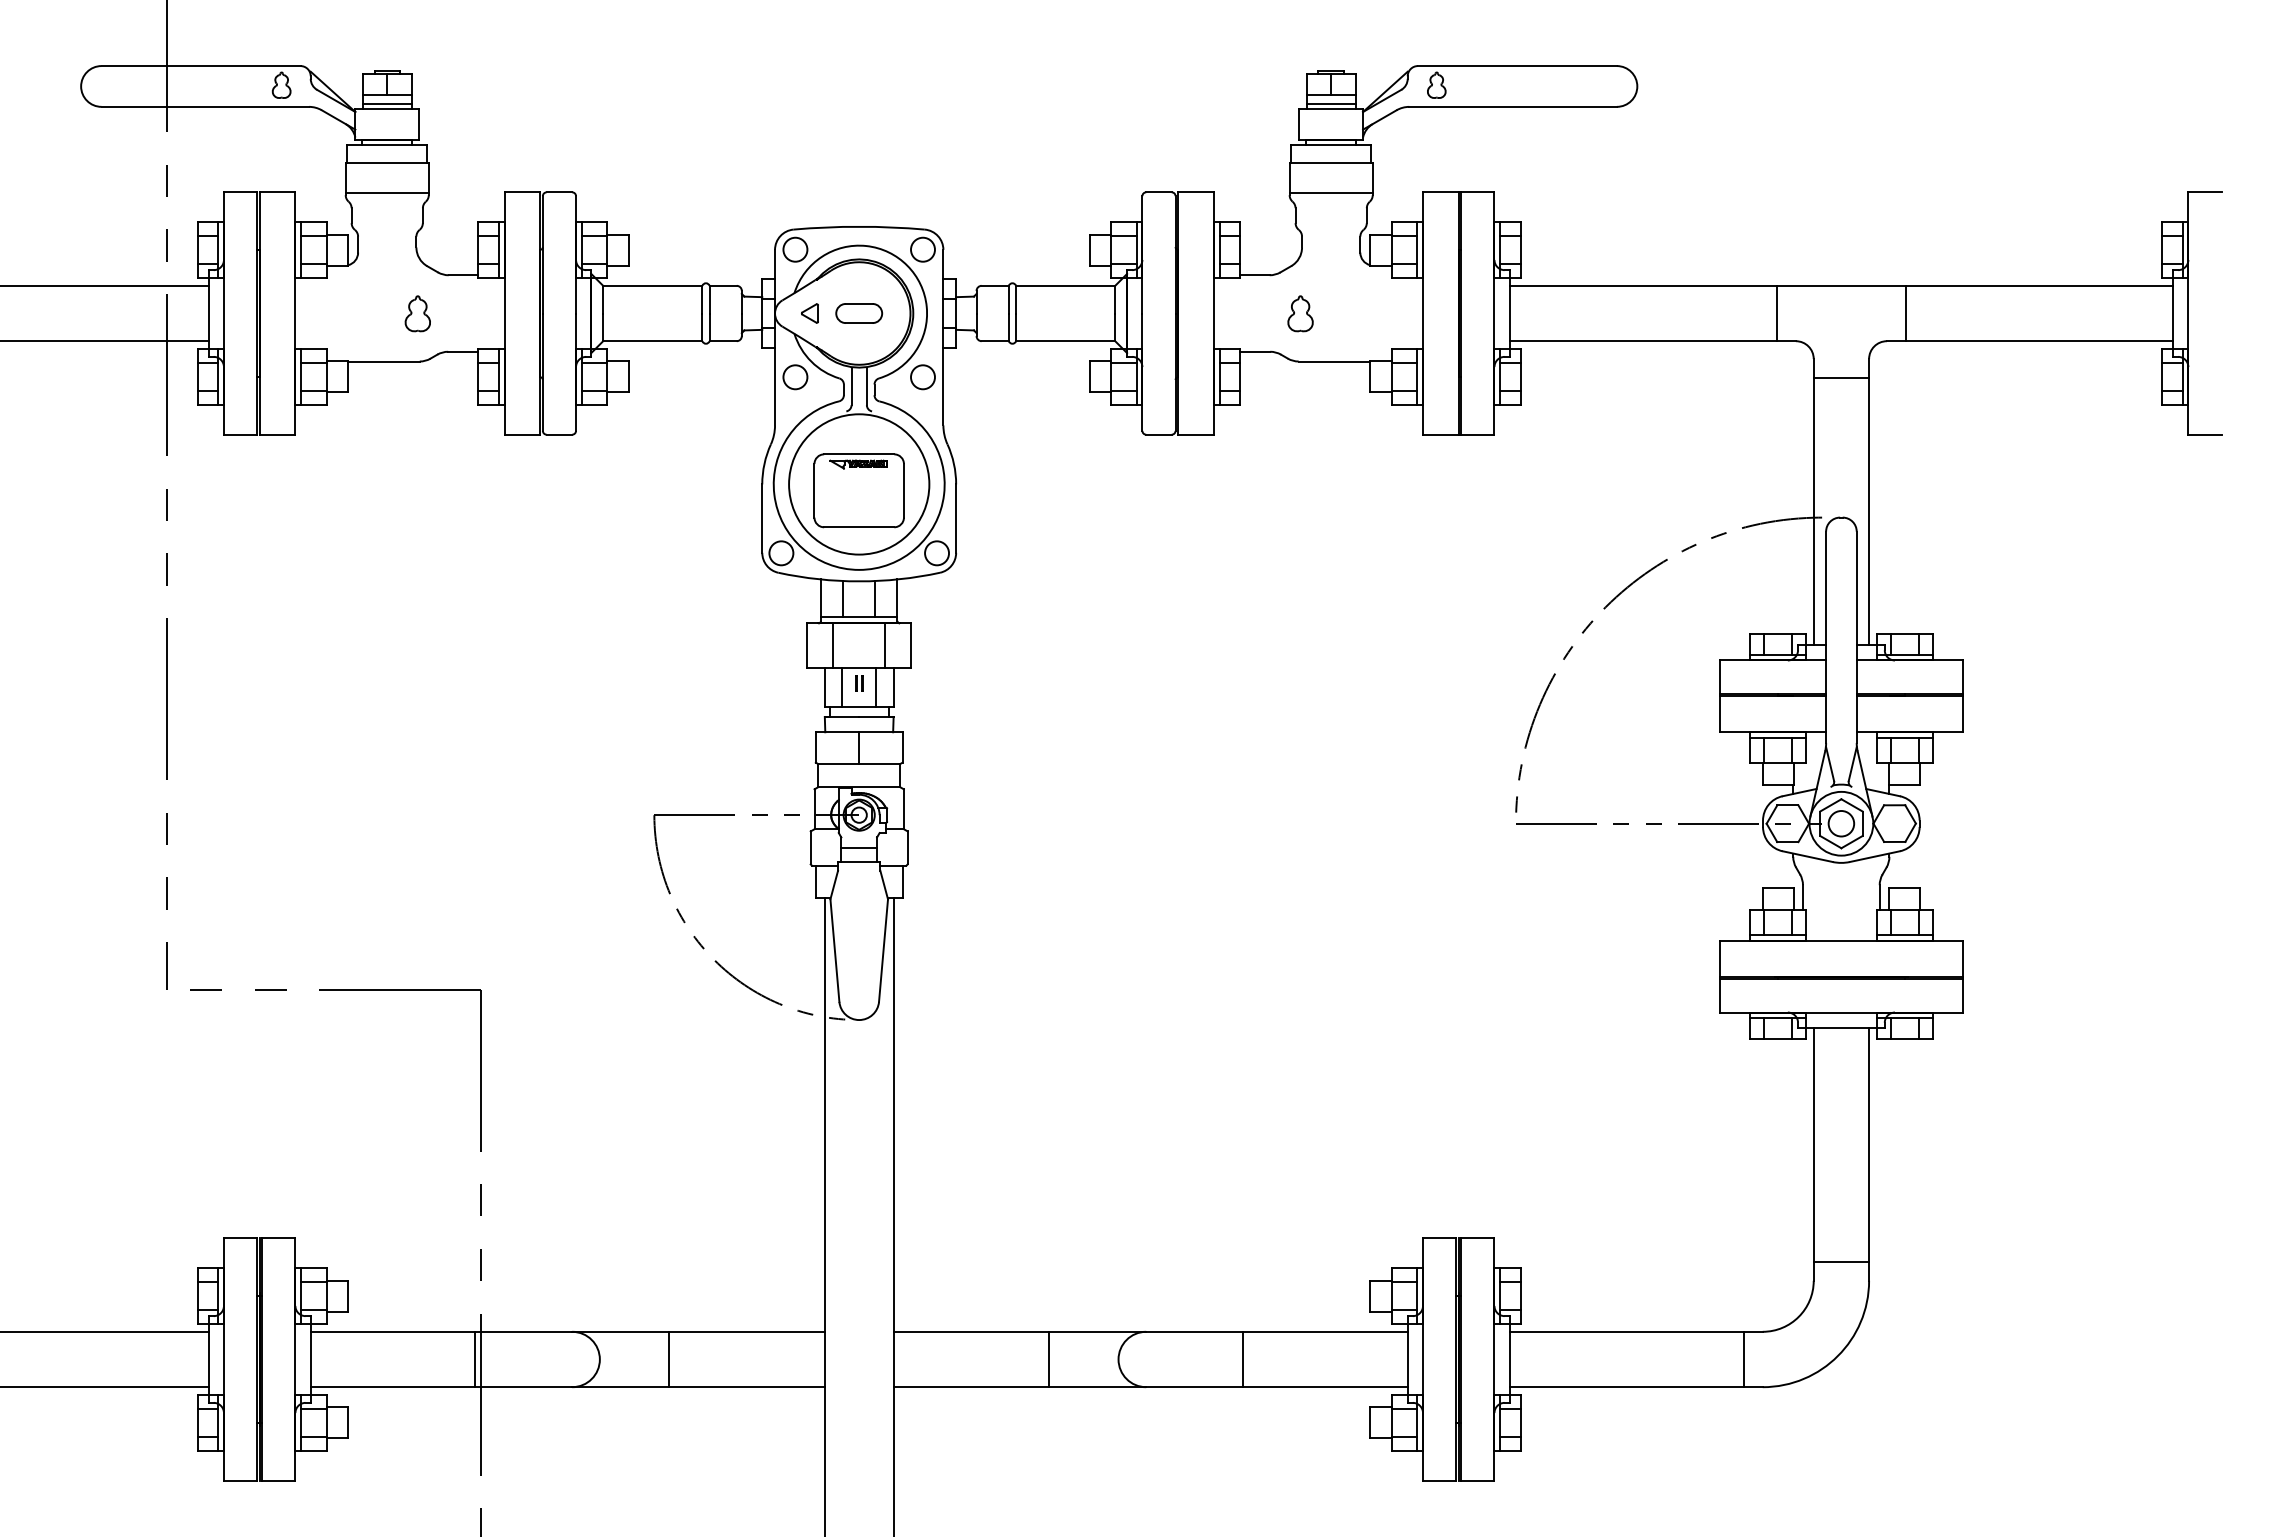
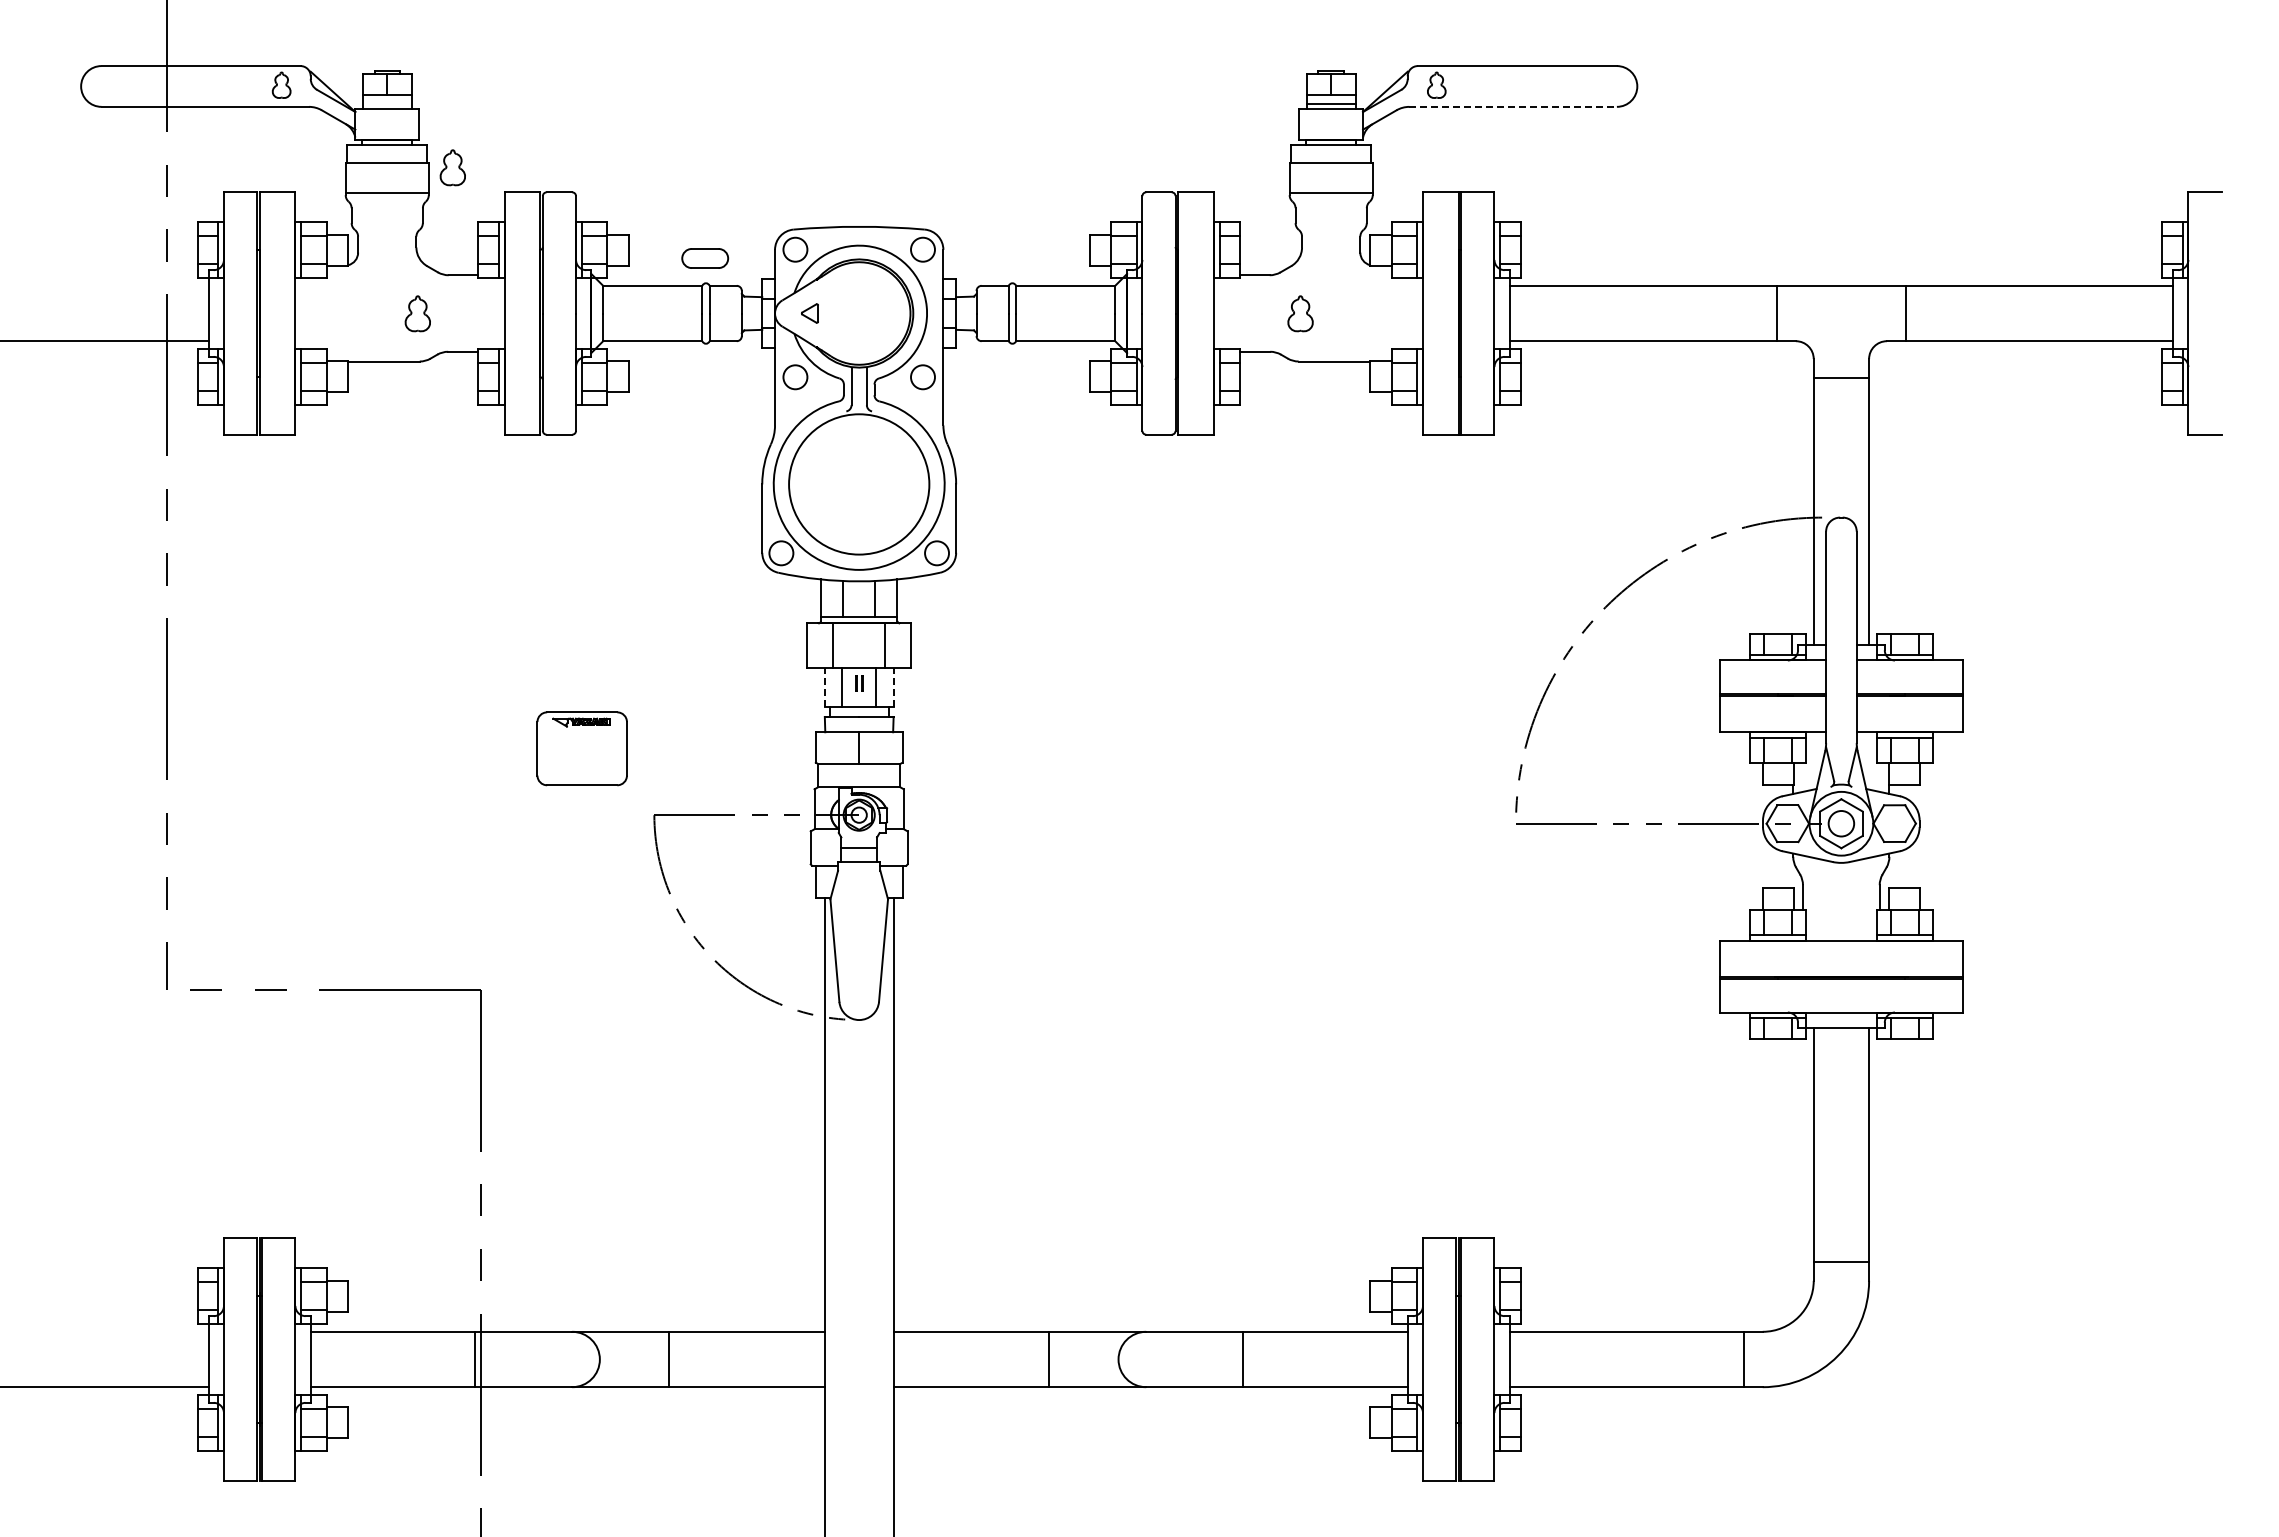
line at (386, 104): present -> none
line at (1513, 106): solid -> dashed
part at (452, 167): none -> present
line at (105, 285): present -> none
part at (859, 313) position: (859, 313) -> (705, 258)
part at (858, 490) position: (858, 490) -> (581, 748)
line at (824, 687): solid -> dashed
line at (893, 687): solid -> dashed
line at (105, 1331): present -> none
